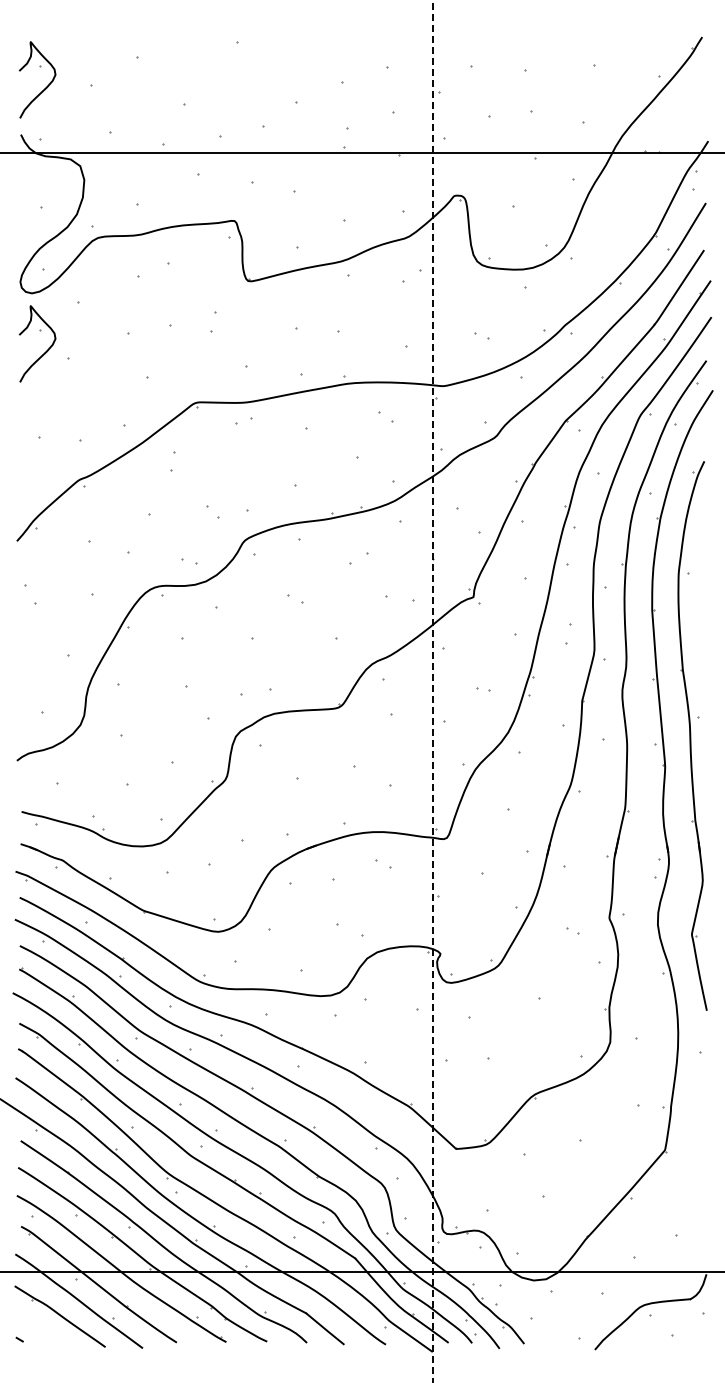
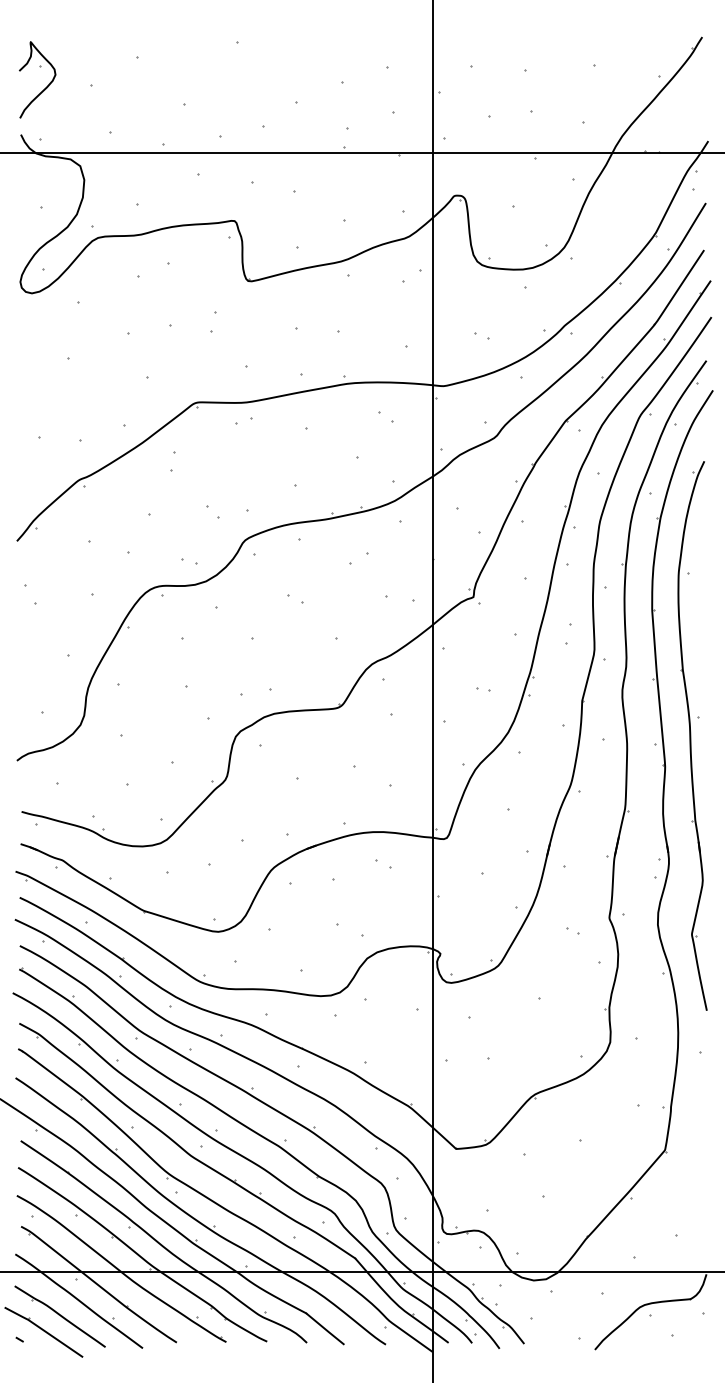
part at (45, 351): present -> none
line at (433, 691): dashed -> solid
part at (43, 1331): none -> present
